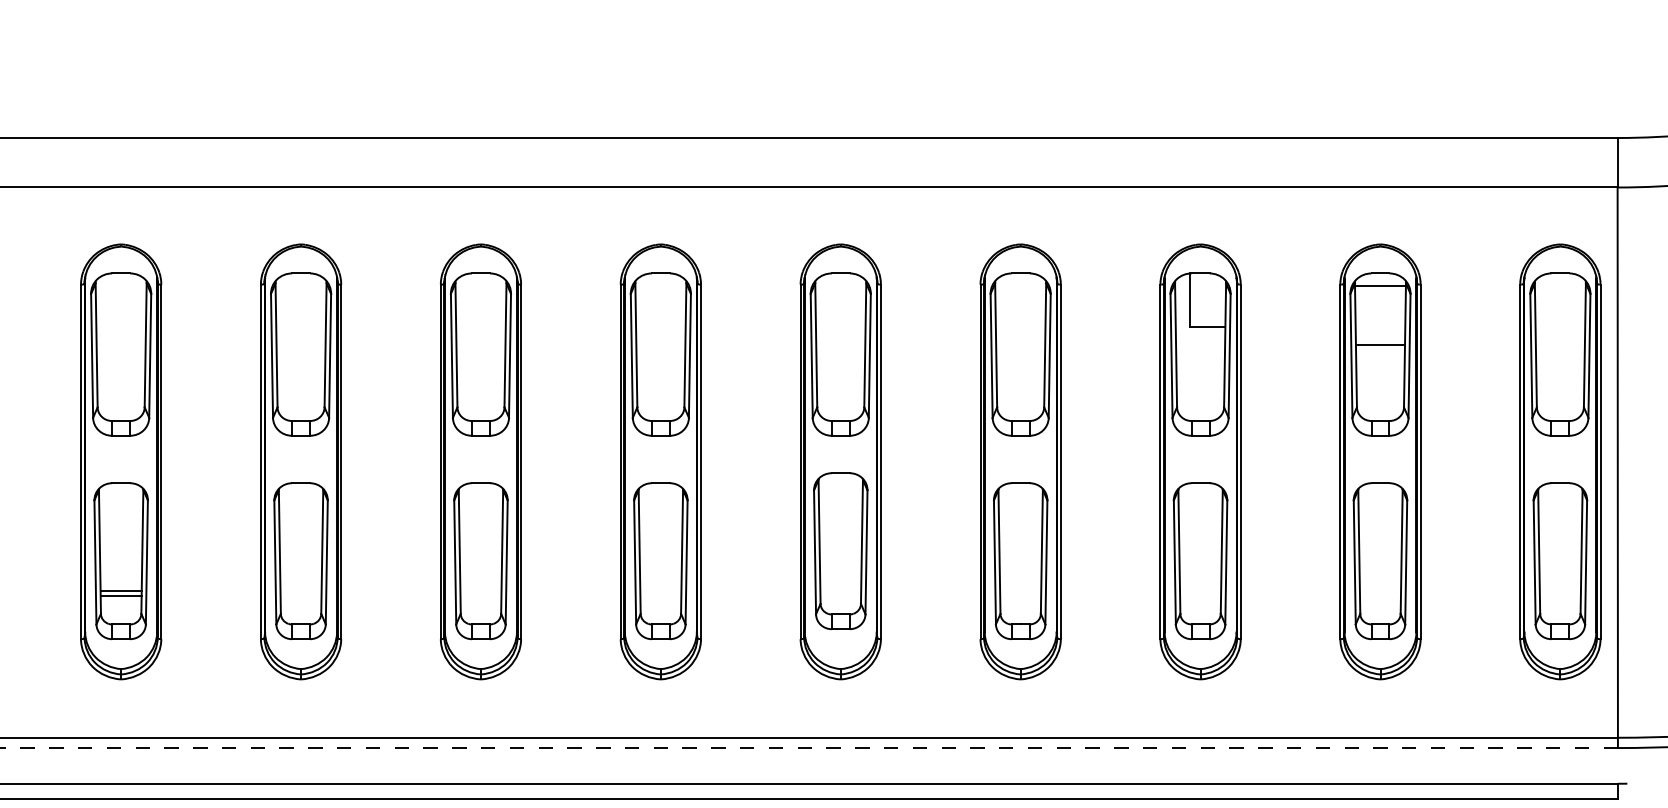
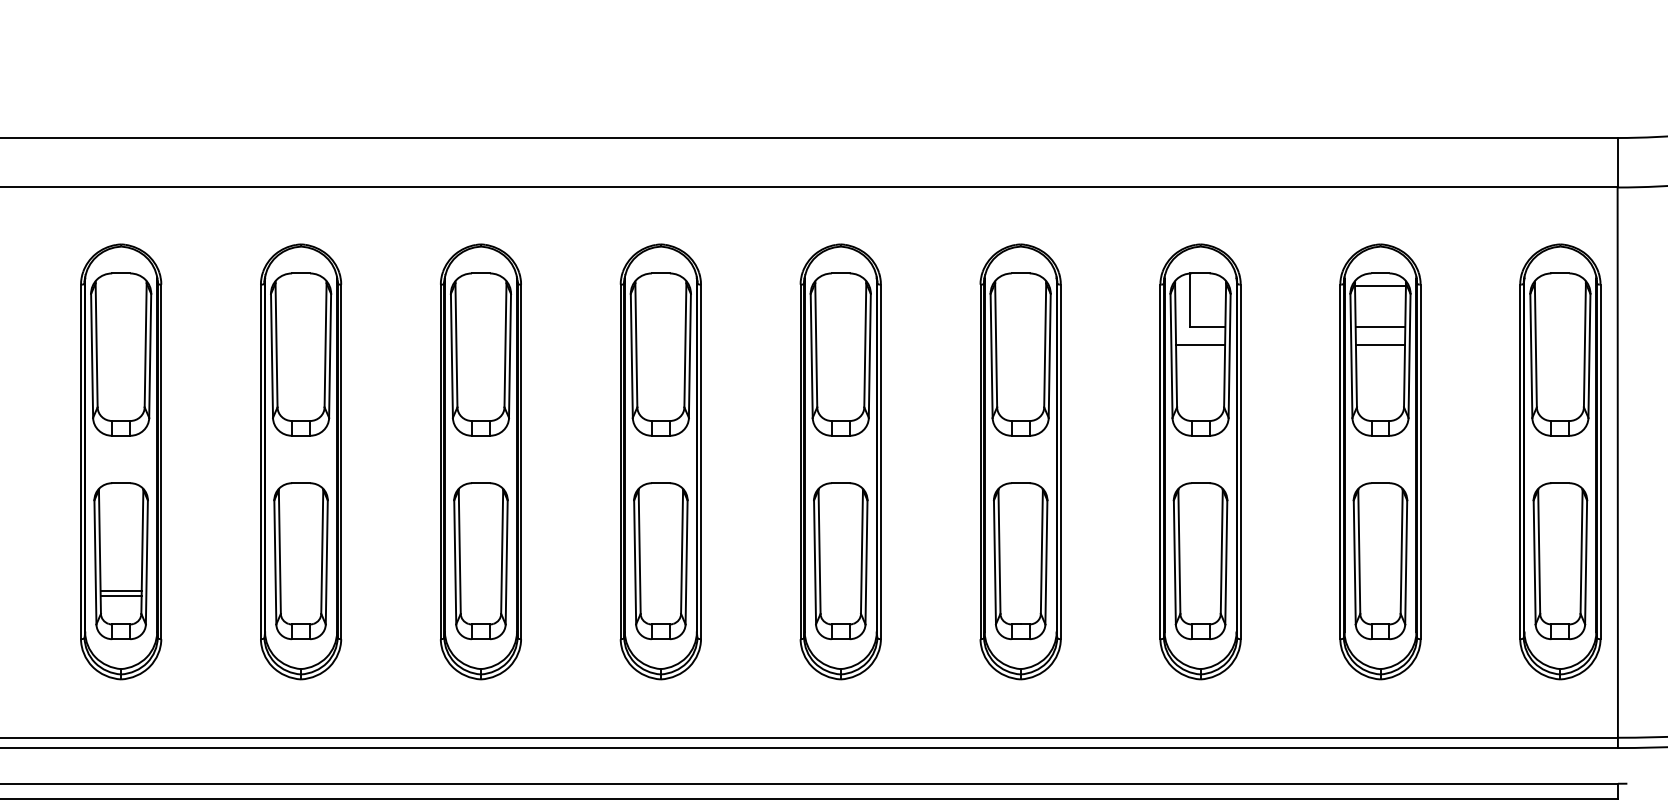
line at (1380, 326): none -> present
line at (1200, 344): none -> present
part at (840, 551) position: (840, 551) -> (840, 561)
line at (809, 748): dashed -> solid
